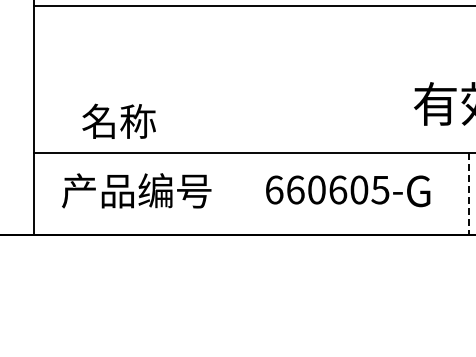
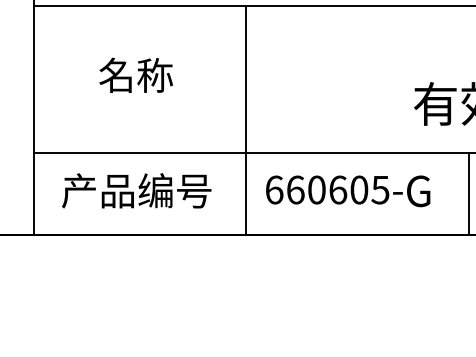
line at (245, 119): none -> present
text at (118, 120) position: (118, 120) -> (135, 74)
line at (469, 193): dashed -> solid
